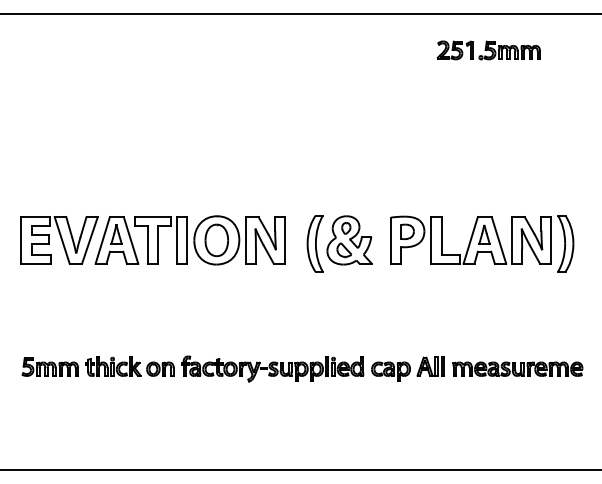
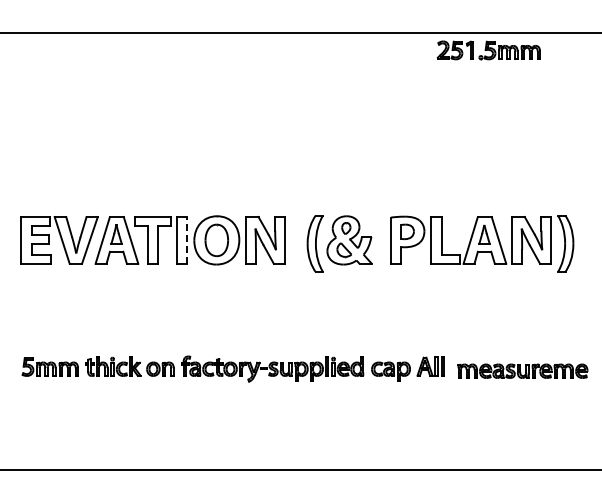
line at (300, 14) position: (300, 14) -> (300, 33)
line at (187, 239): solid -> dashed
part at (517, 368) position: (517, 368) -> (522, 370)
